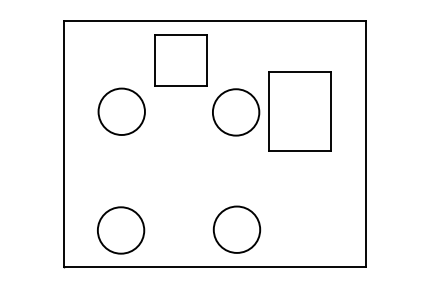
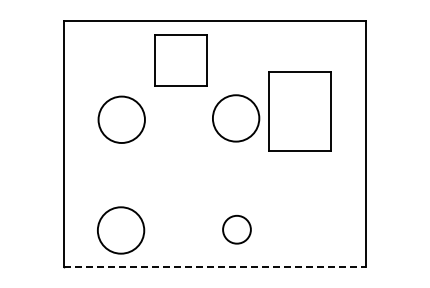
circle at (121, 111) position: (121, 111) -> (121, 119)
circle at (236, 112) position: (236, 112) -> (236, 118)
circle at (236, 229) diameter: 46 px -> 28 px
line at (215, 267): solid -> dashed
